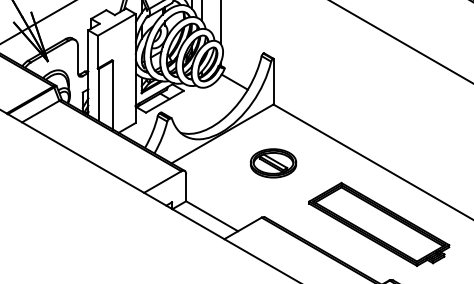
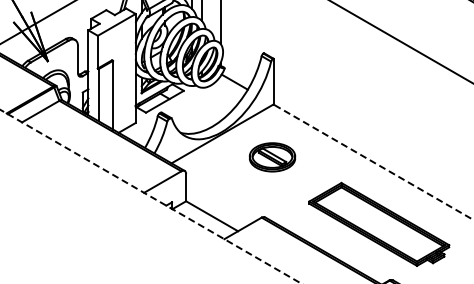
line at (373, 162): solid -> dashed
part at (273, 163) position: (273, 163) -> (272, 157)
line at (150, 196): solid -> dashed
